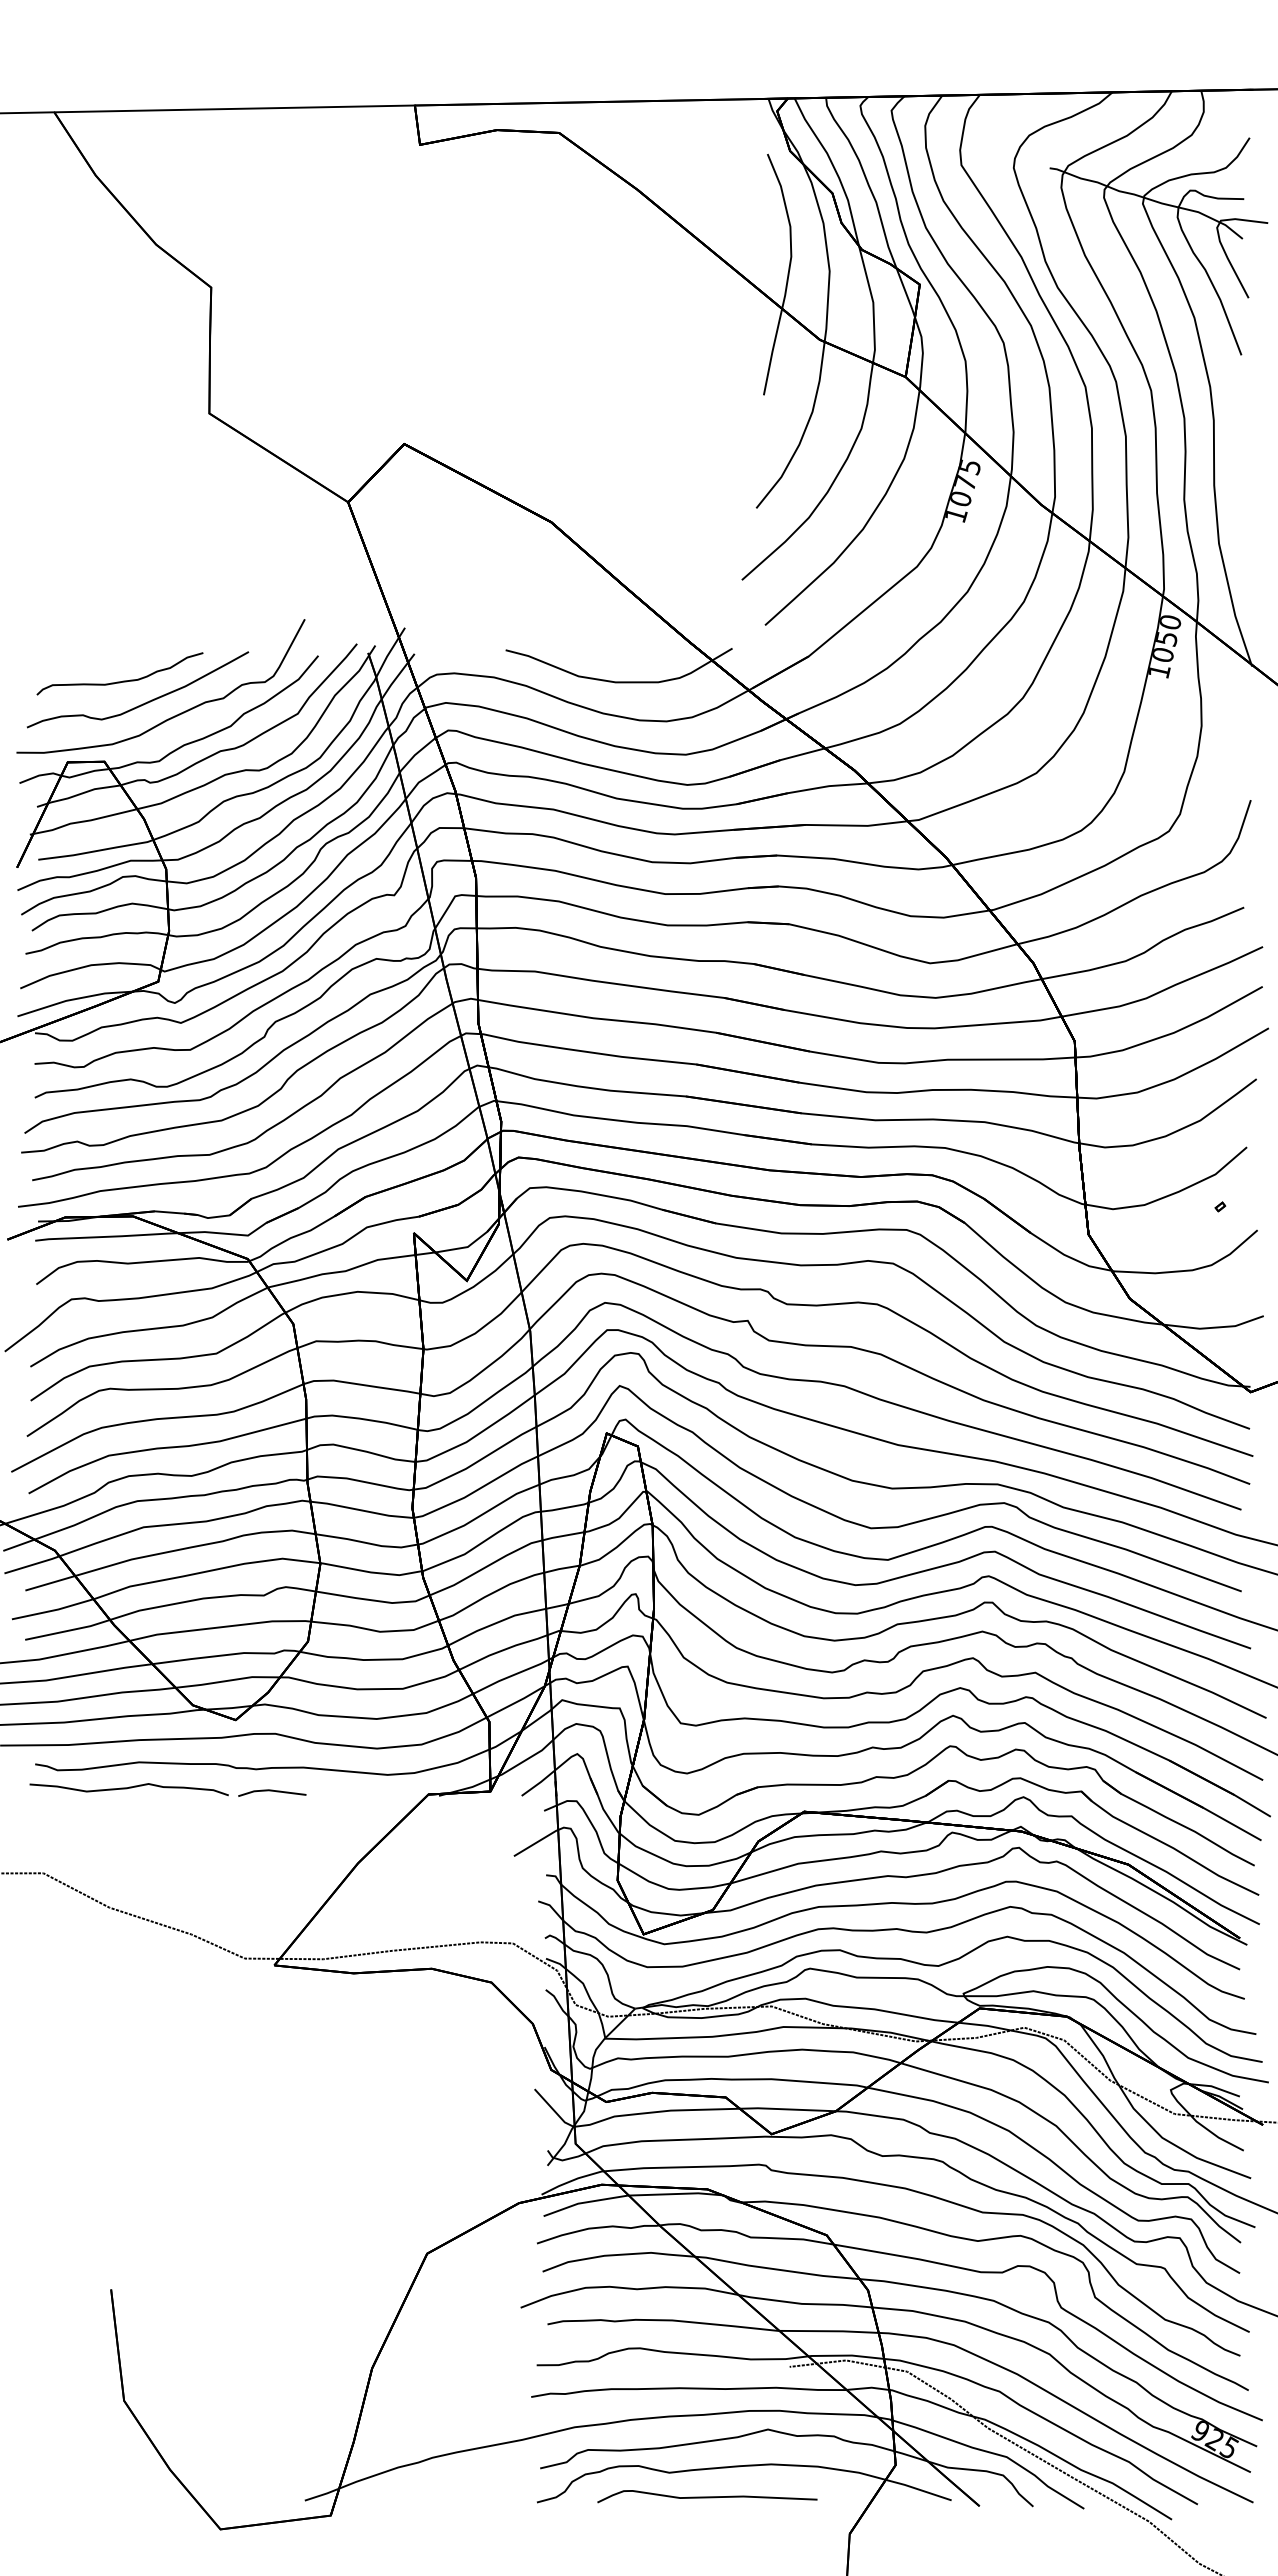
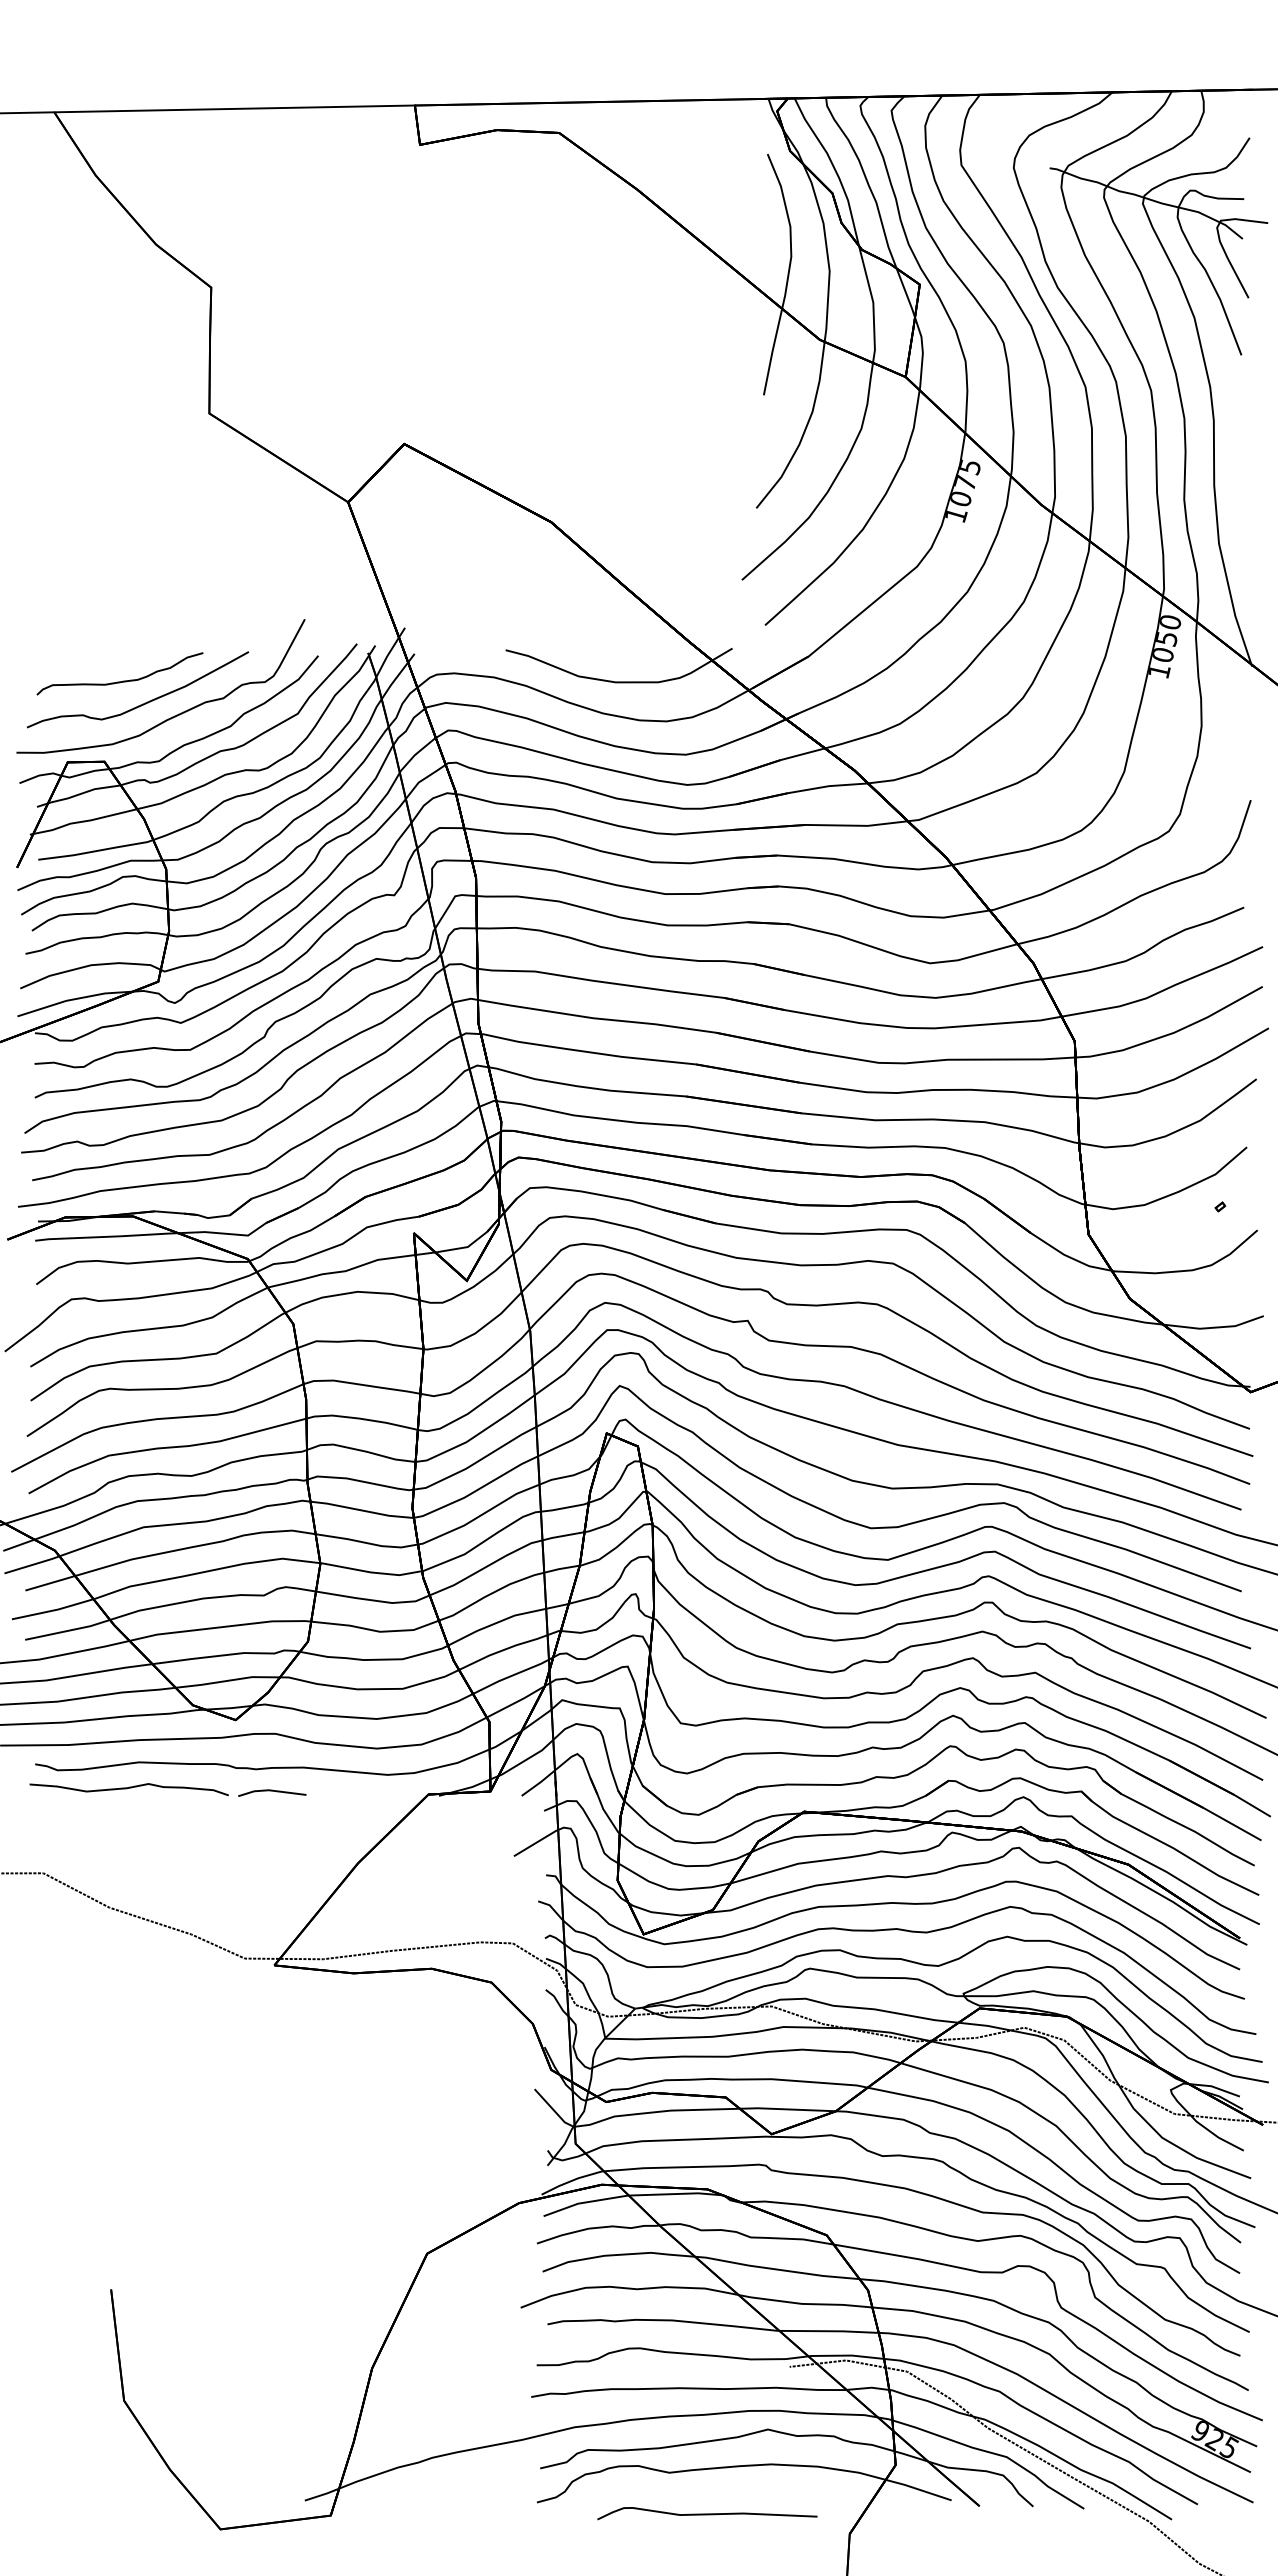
curve at (707, 2496) position: (707, 2496) -> (707, 2513)
